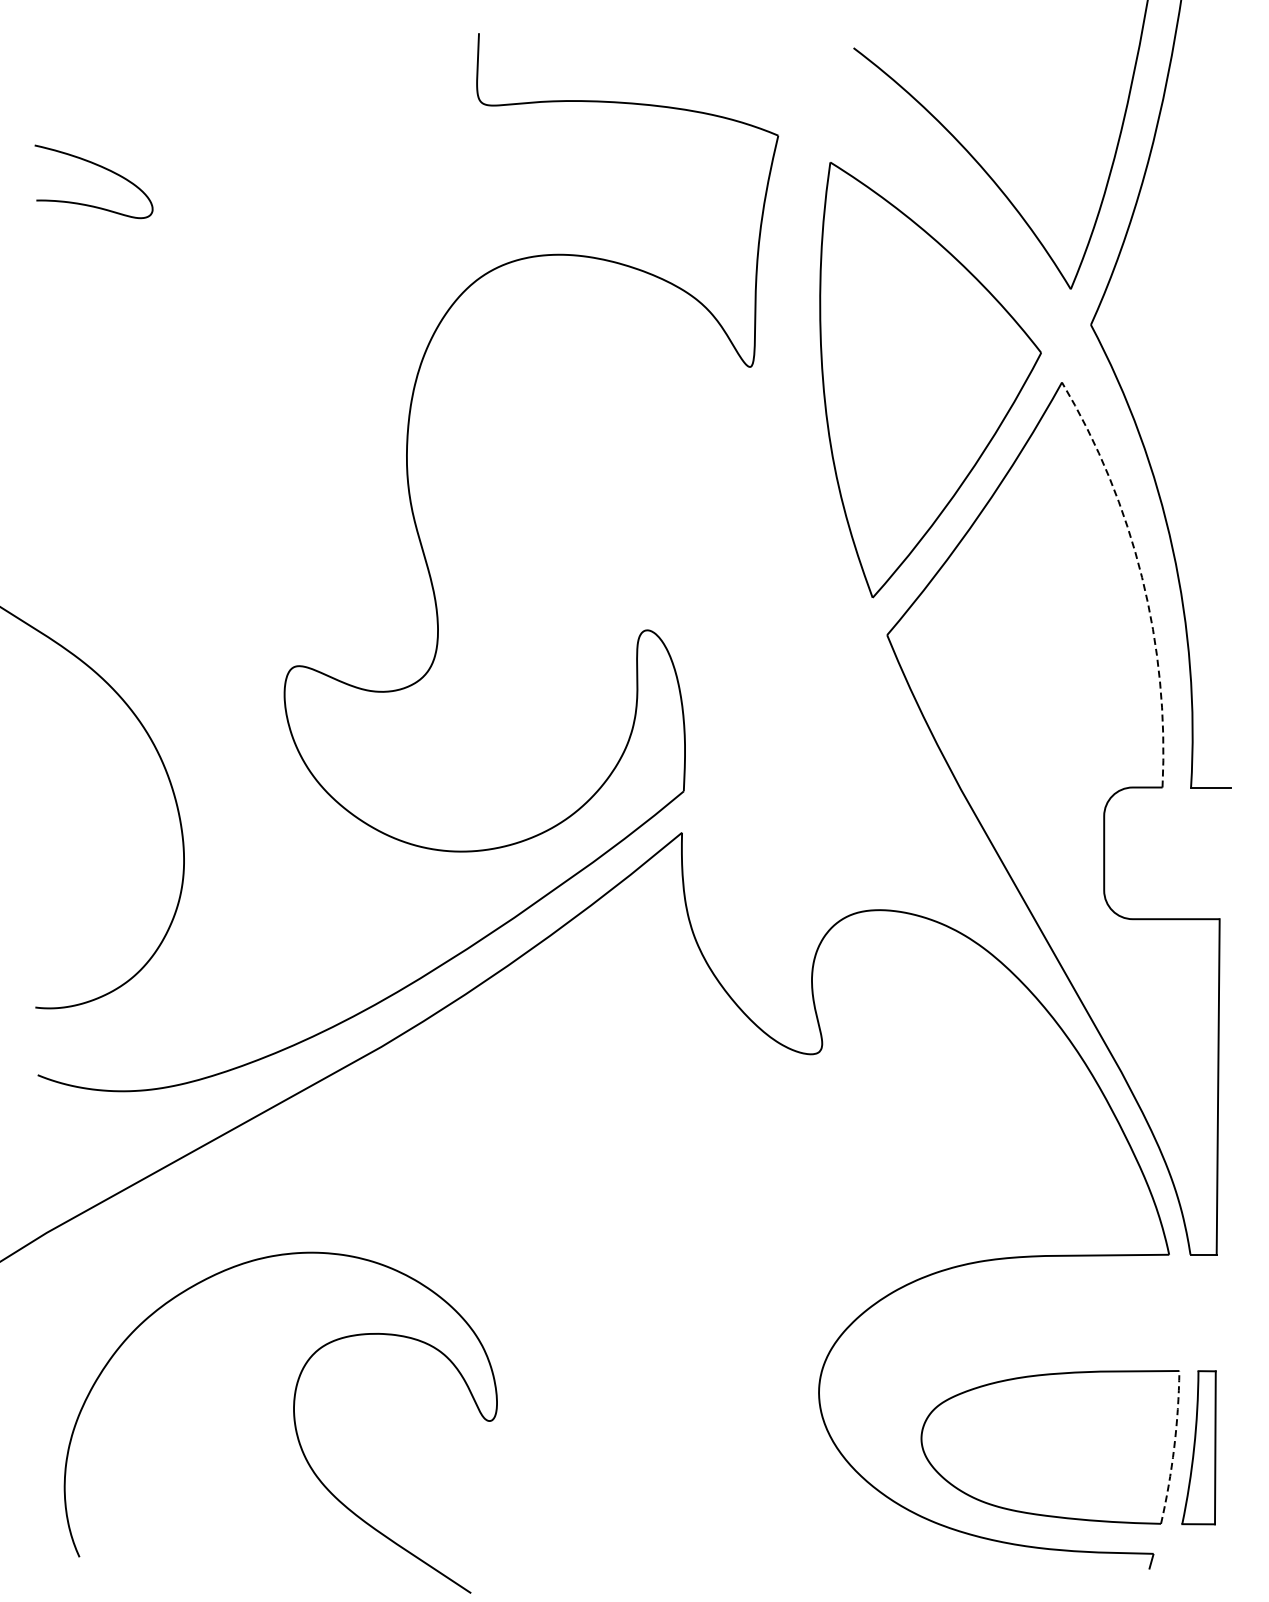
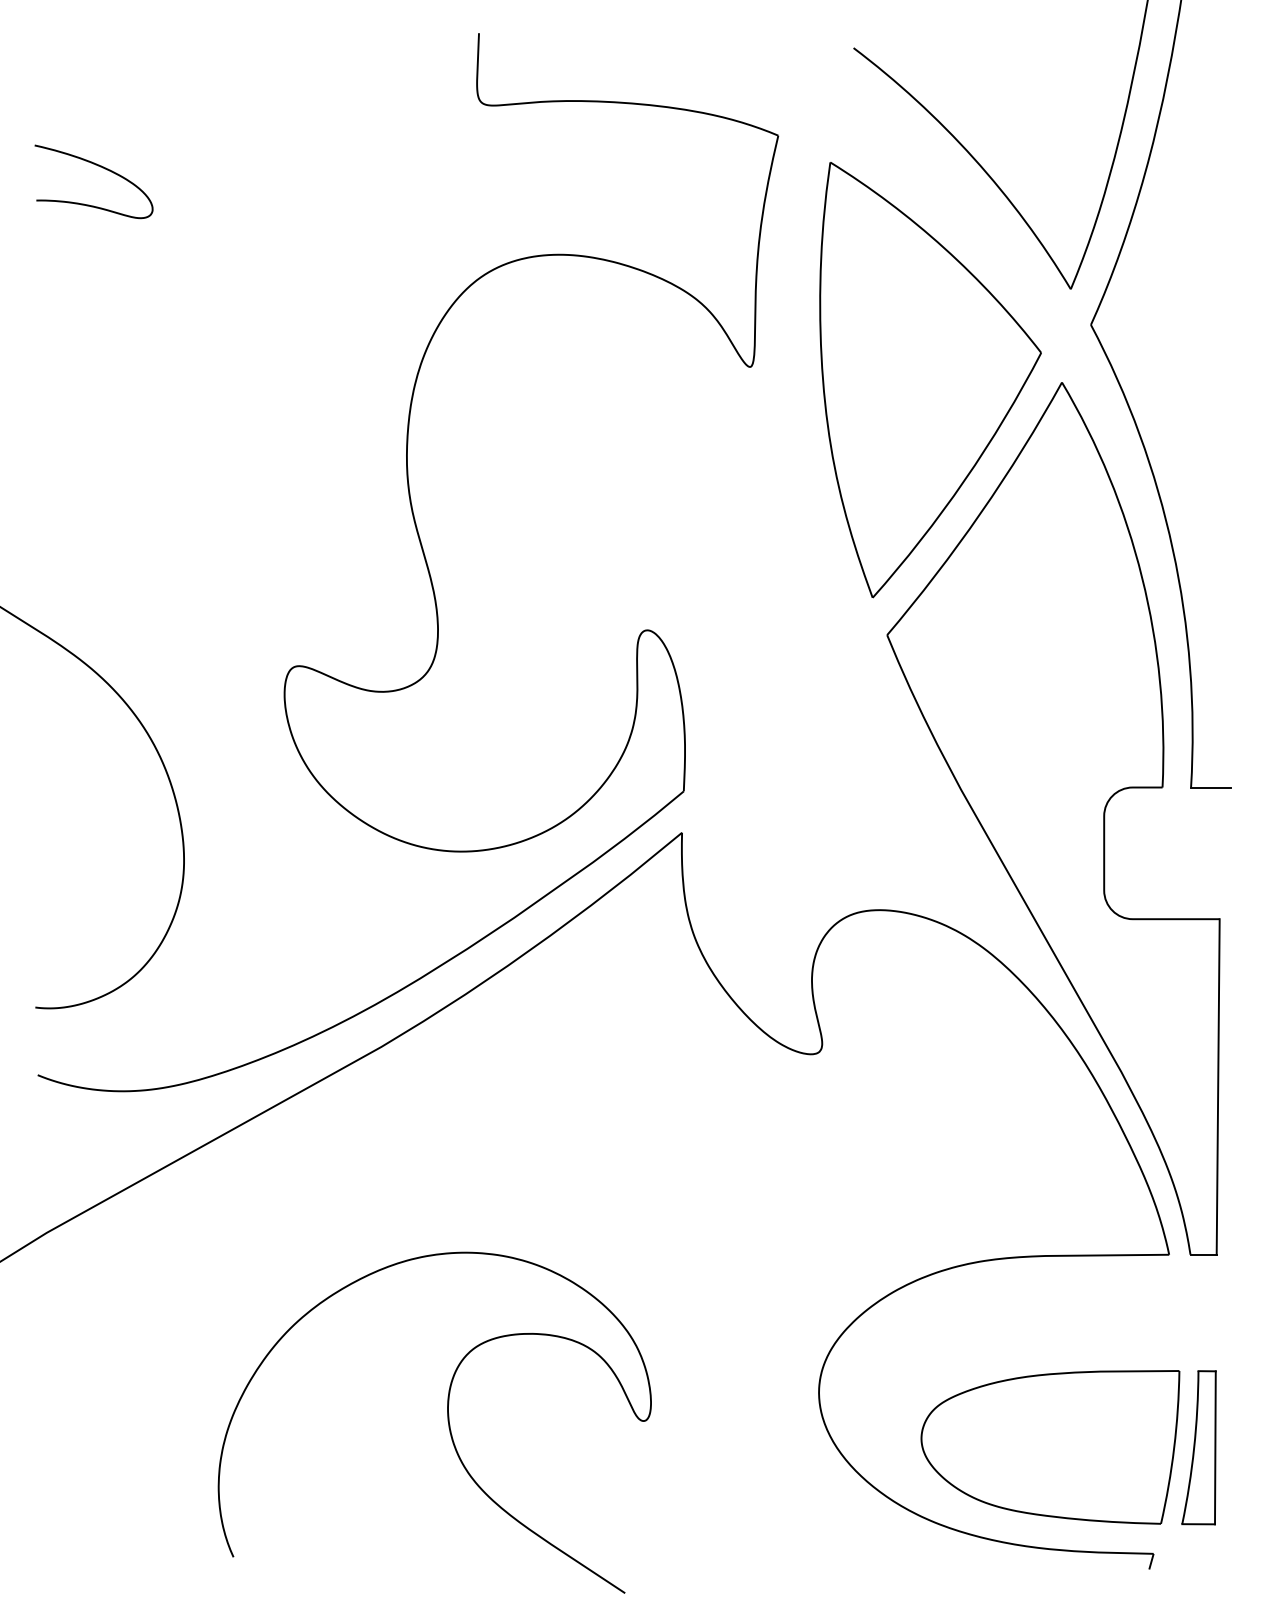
arc at (1142, 577): dashed -> solid
curve at (293, 1421) position: (293, 1421) -> (447, 1421)
arc at (1174, 1447): dashed -> solid
